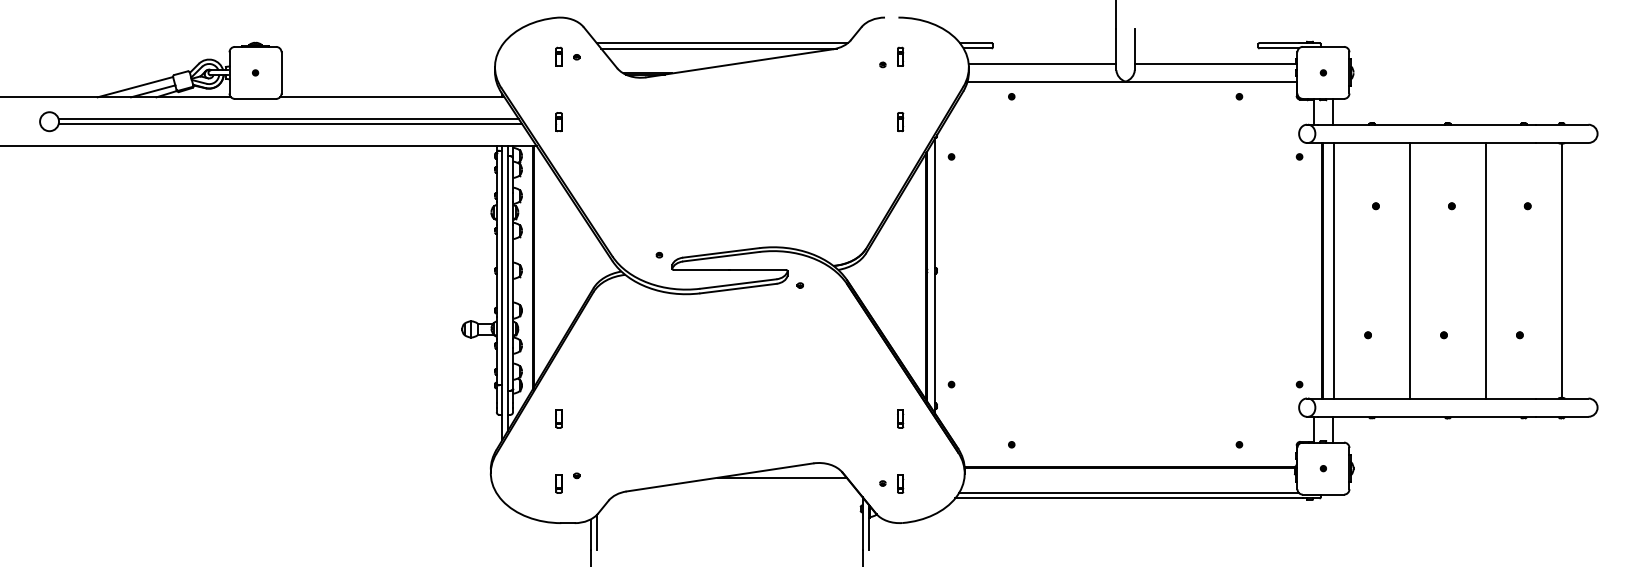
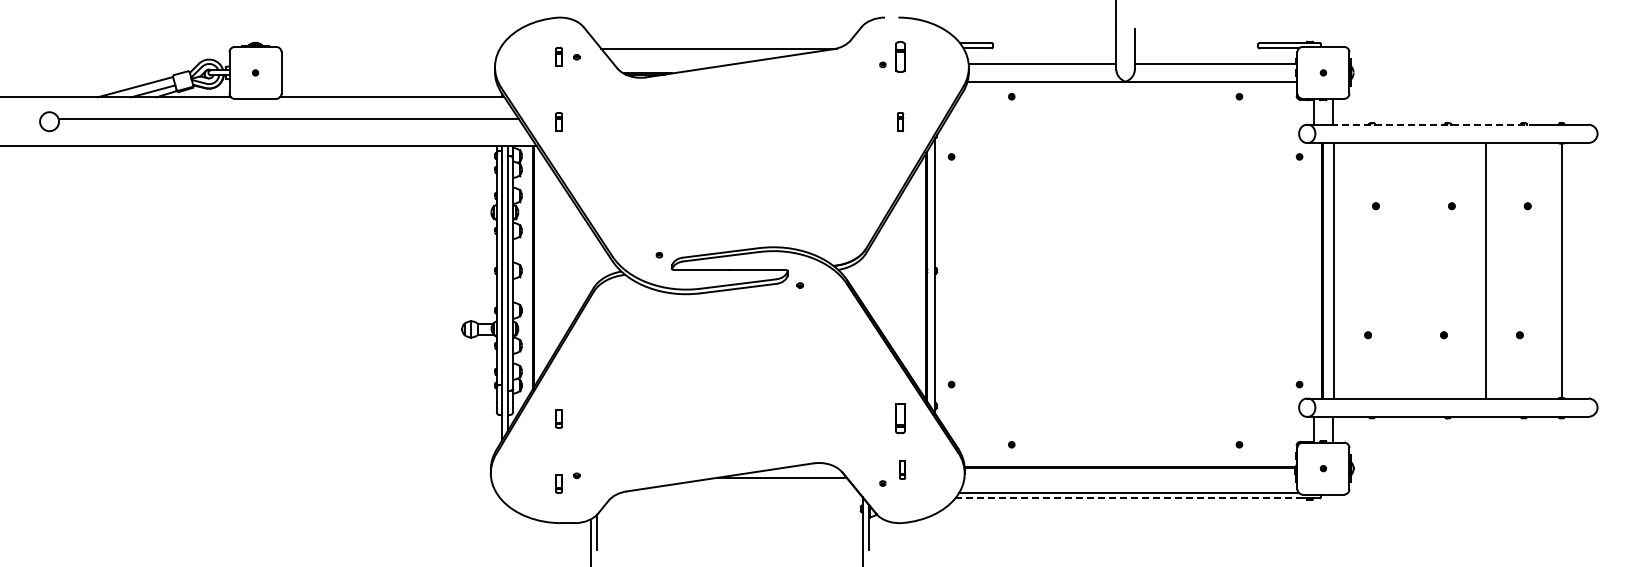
line at (722, 43): present -> none
part at (900, 56) size: 8x21 px -> 11x32 px
line at (290, 124): present -> none
line at (1434, 124): solid -> dashed
line at (1409, 270): present -> none
part at (900, 418) size: 8x20 px -> 11x32 px
part at (900, 483) position: (900, 483) -> (902, 469)
line at (1129, 498): solid -> dashed
